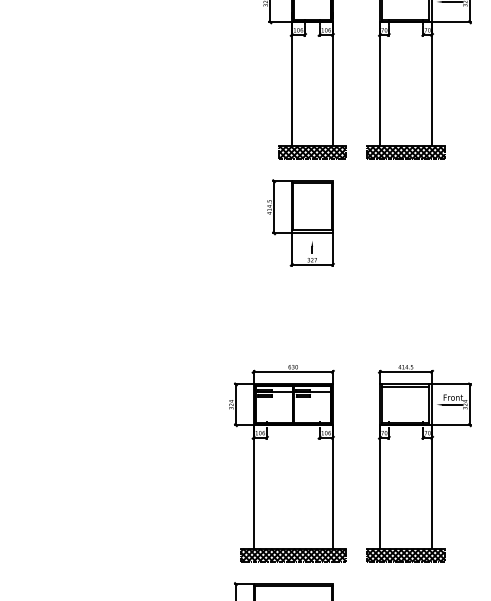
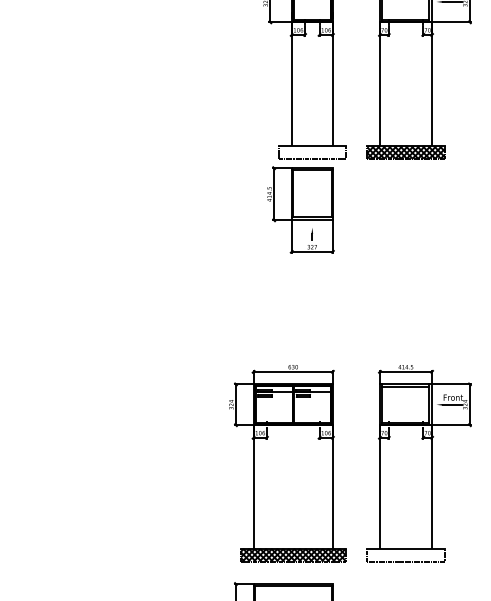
hatch at (312, 152): present -> none
part at (300, 222) position: (300, 222) -> (300, 209)
hatch at (405, 554): present -> none
